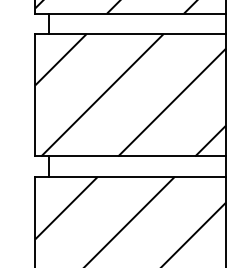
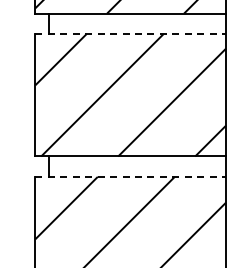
line at (131, 33): solid -> dashed
line at (131, 176): solid -> dashed
